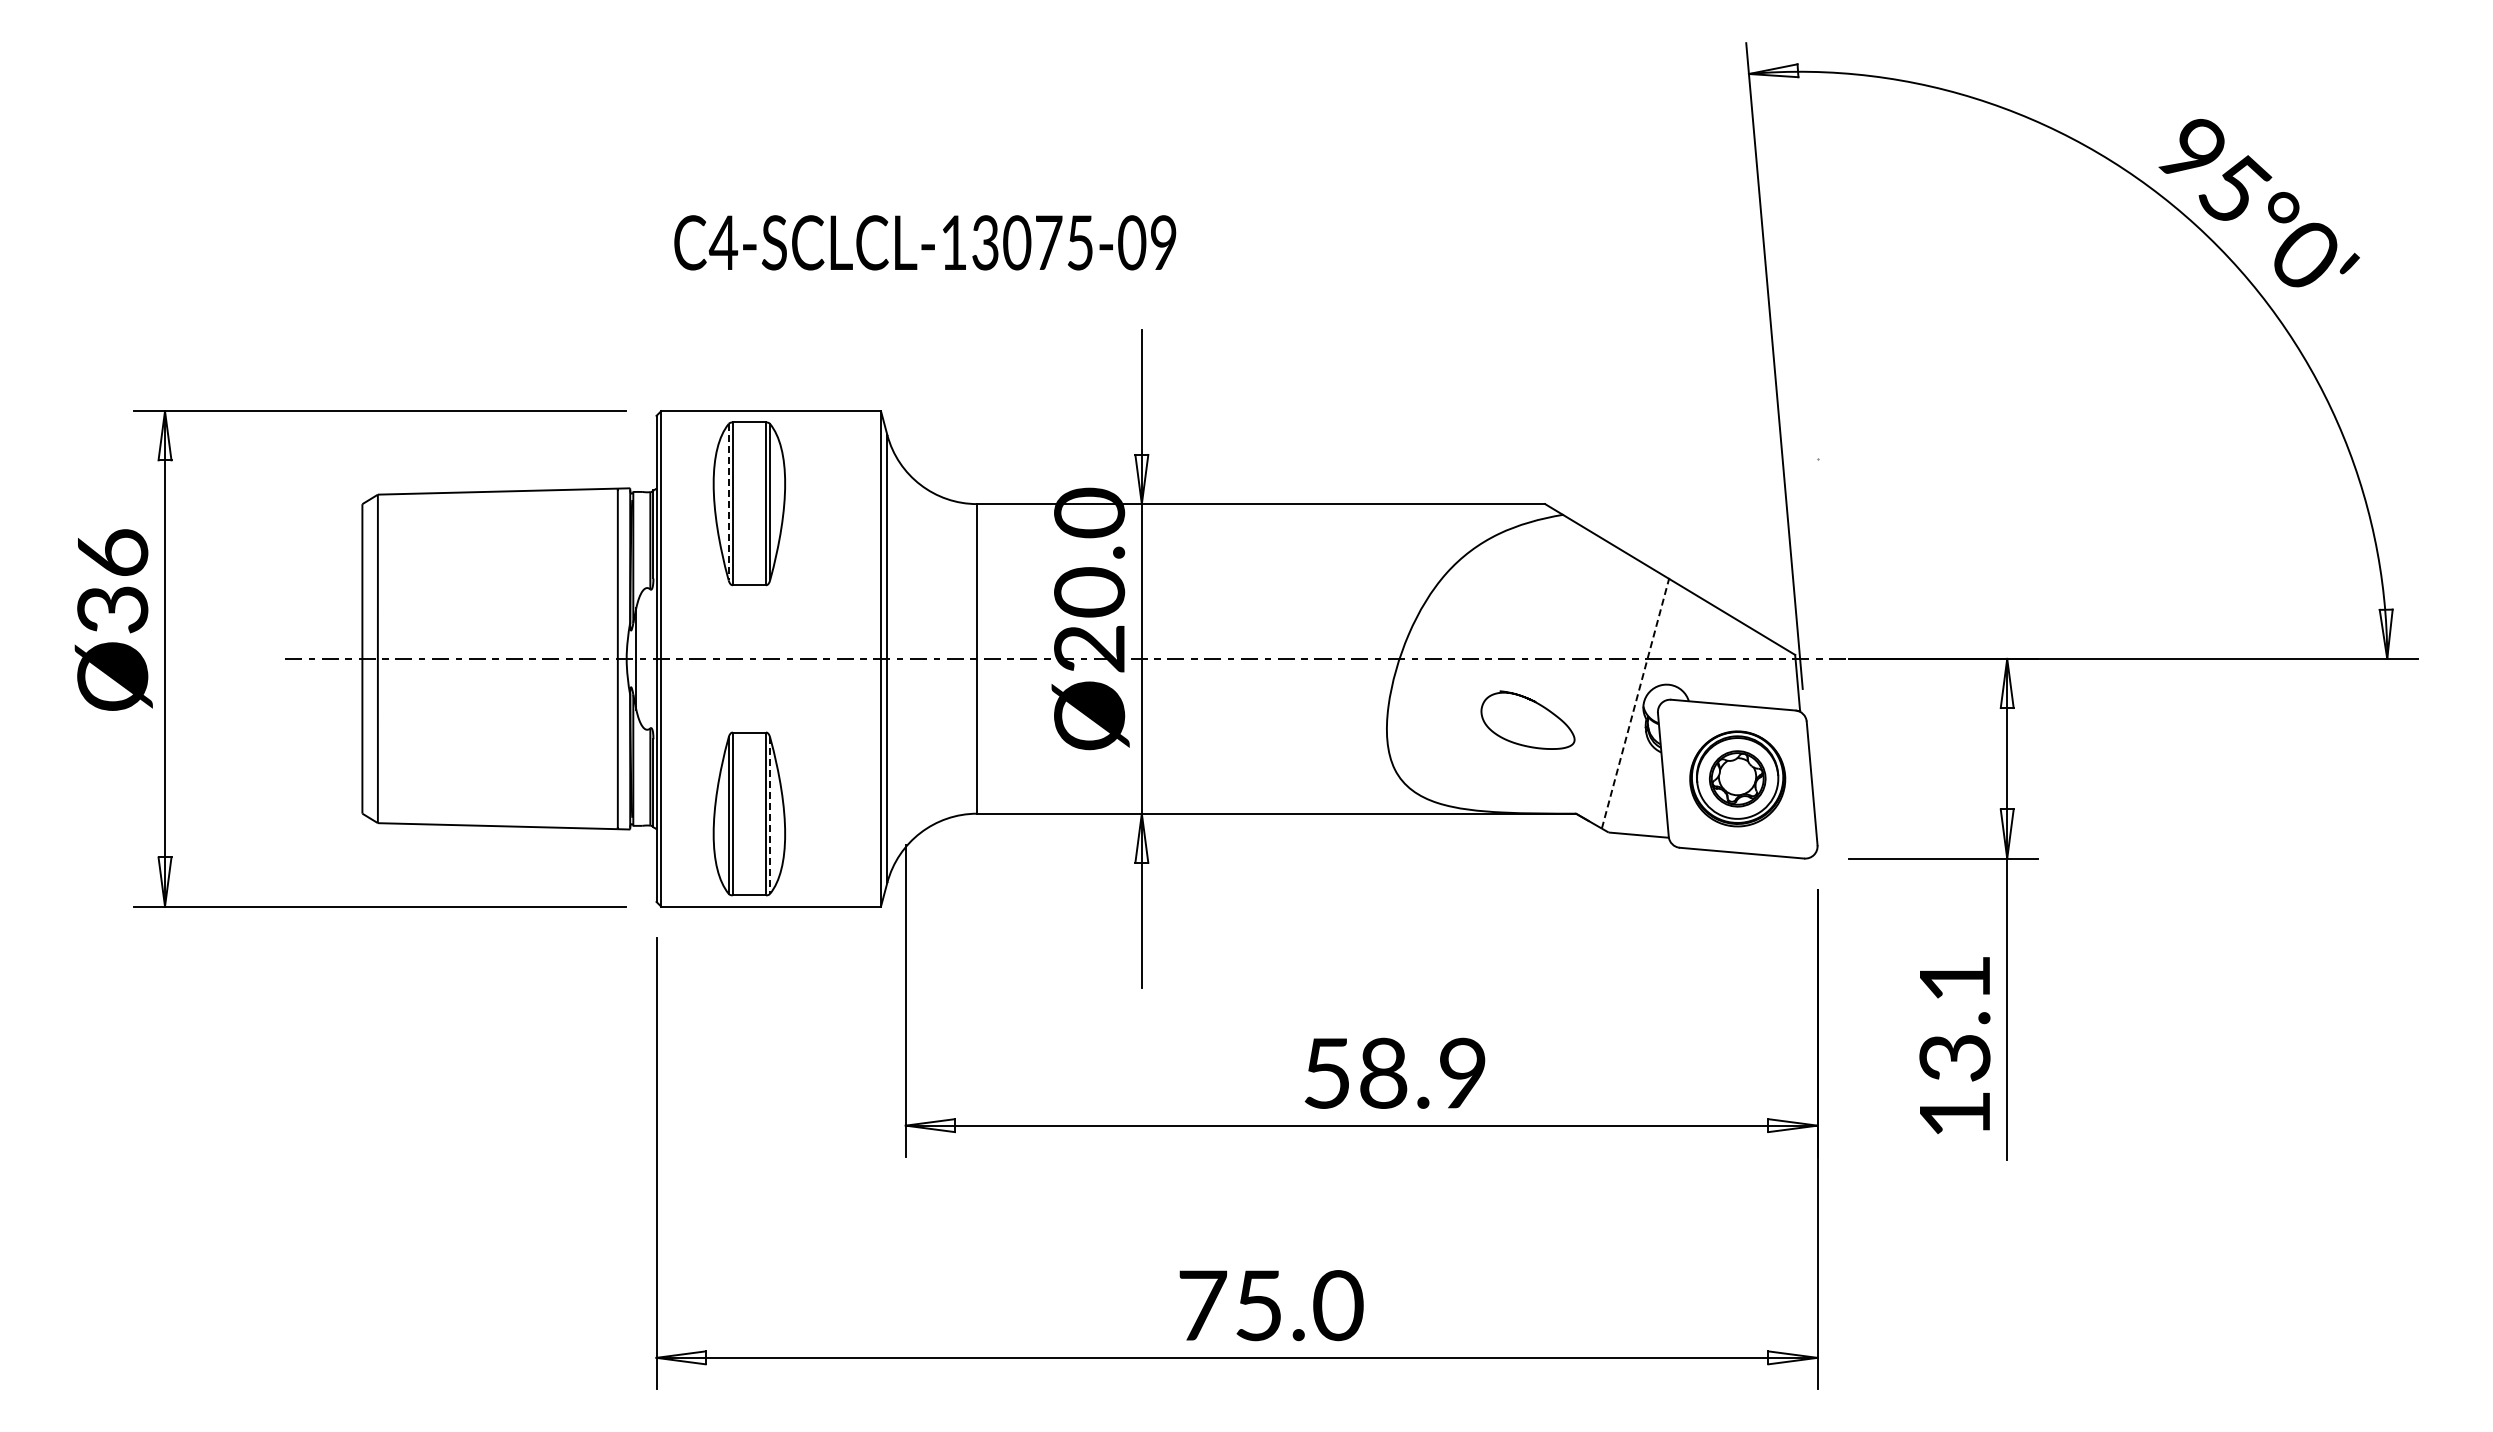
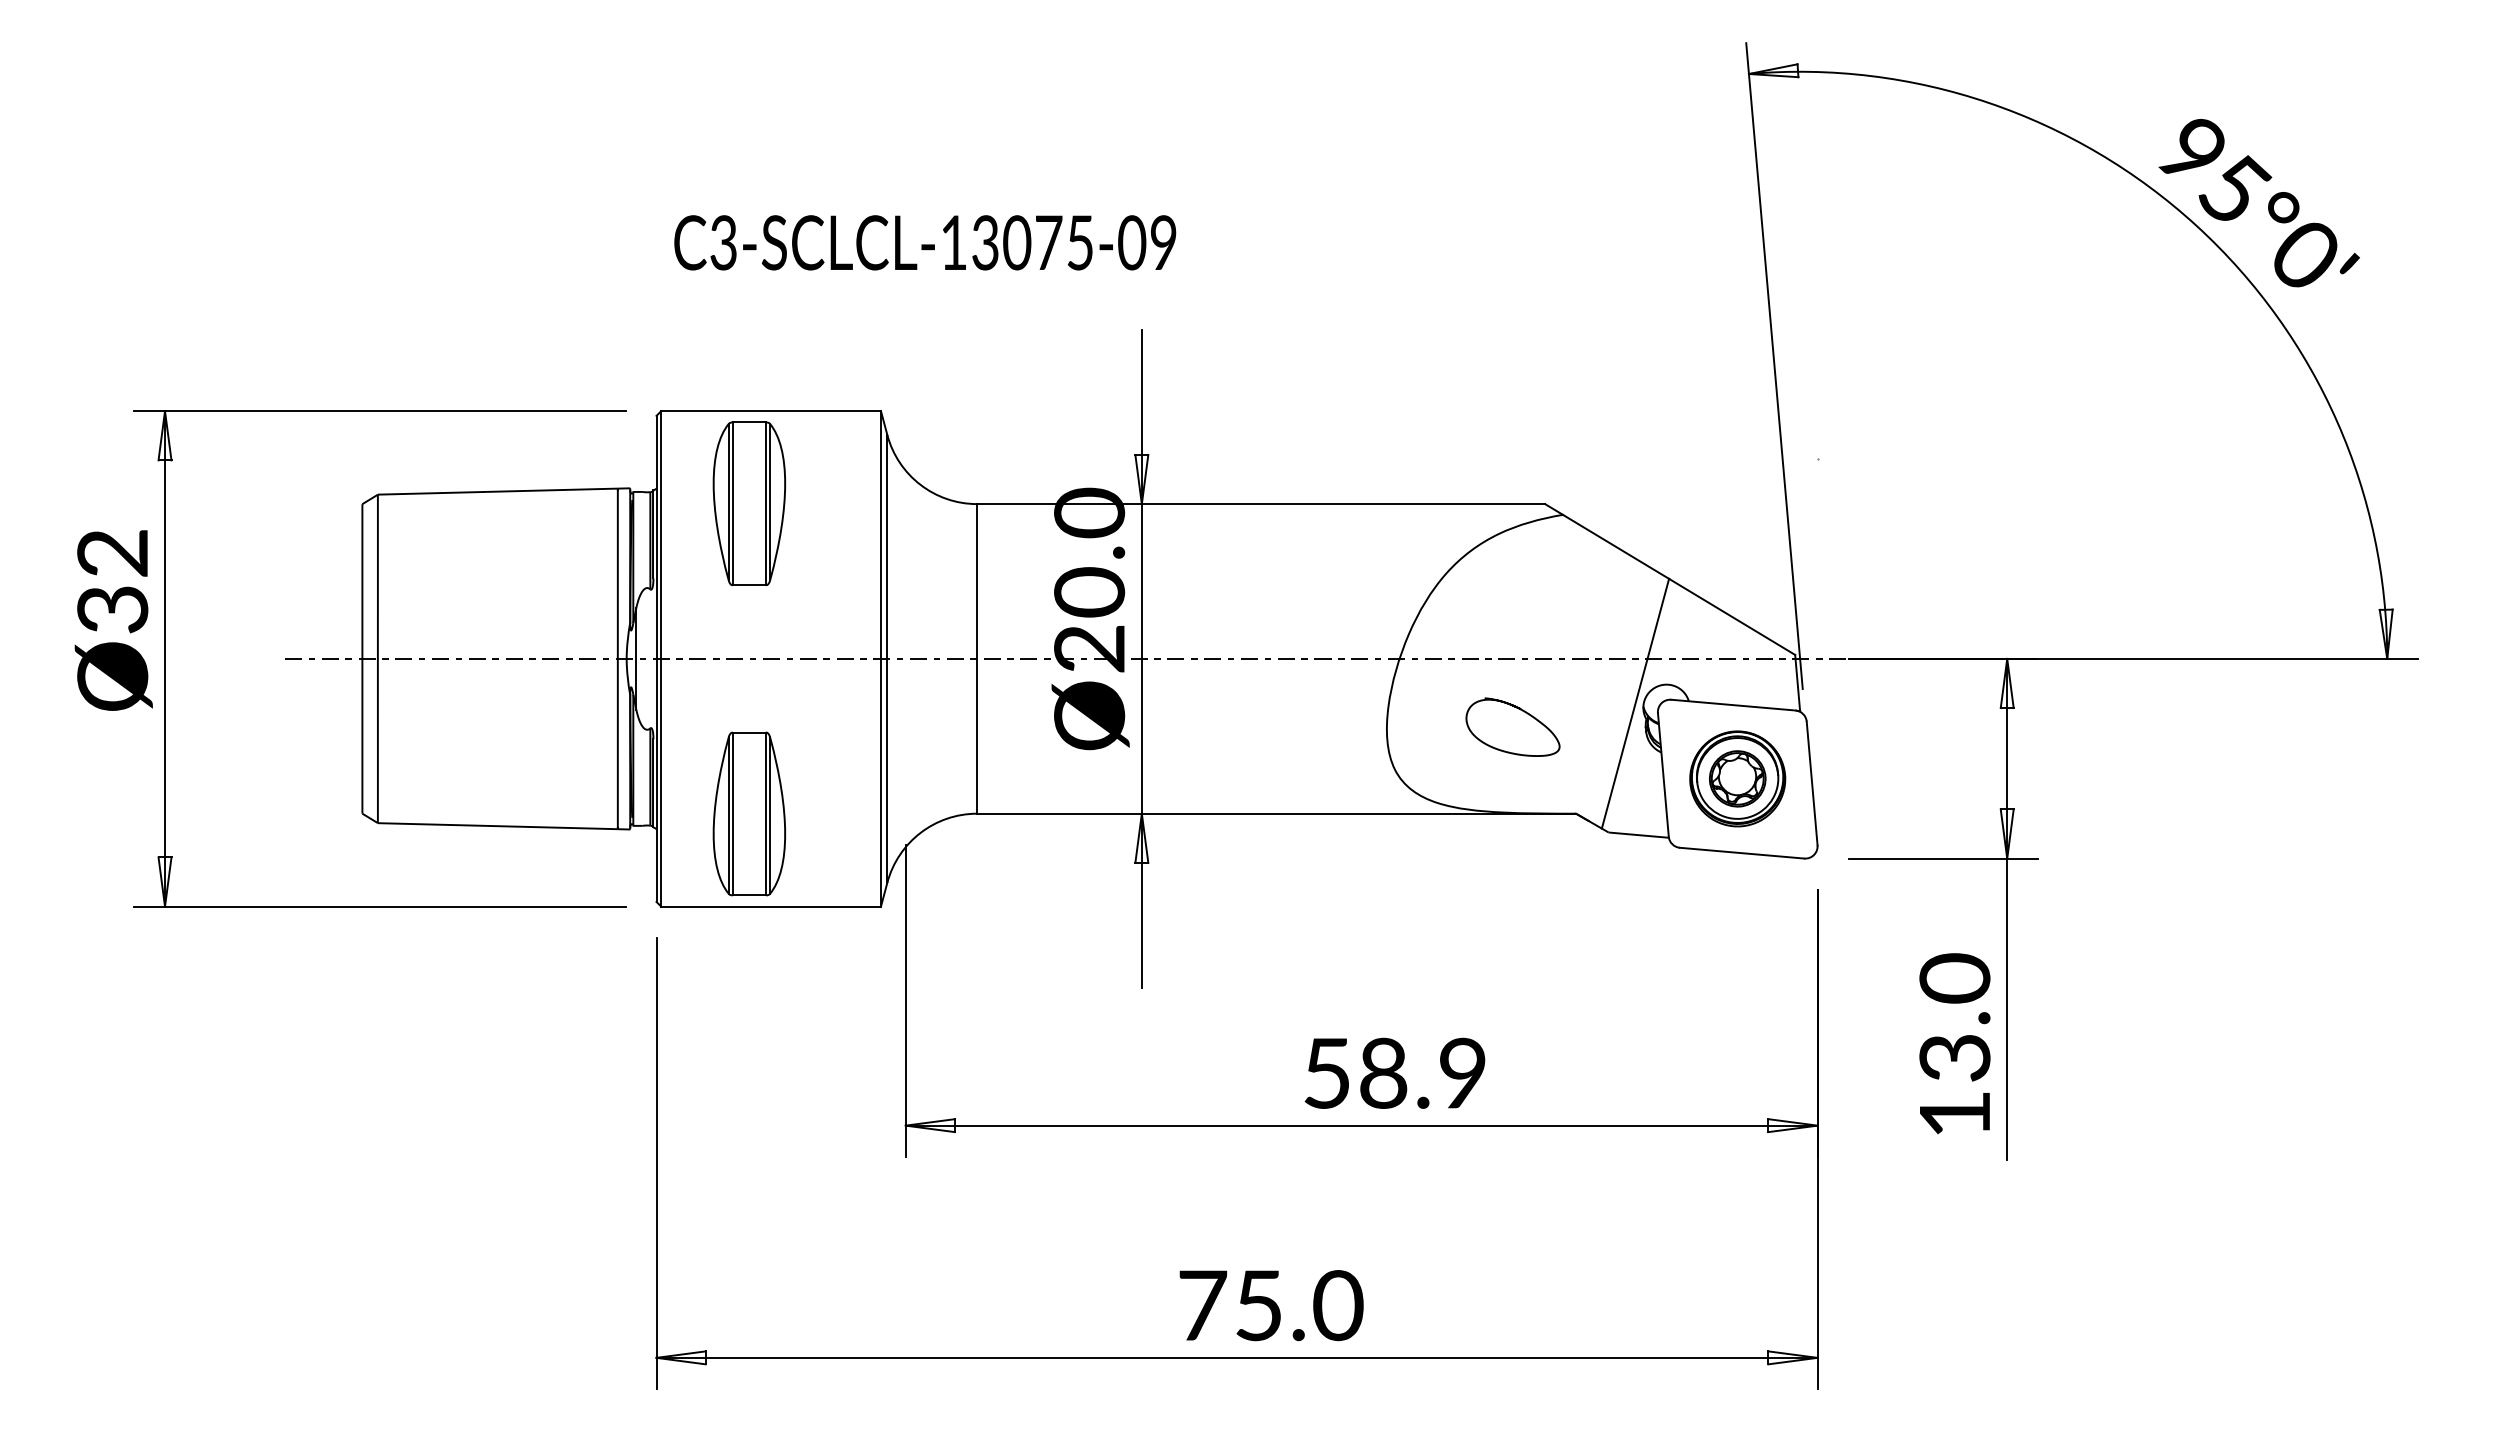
text at (723, 242): C4-SCLCL-13075-09 -> C3-SCLCL-13075-09
line at (728, 502): dashed -> solid
text at (112, 552): Ø36 -> Ø32
curve at (1535, 703) position: (1535, 703) -> (1520, 710)
line at (1635, 703): dashed -> solid
line at (770, 816): dashed -> solid
text at (1954, 978): 13.1 -> 13.0
